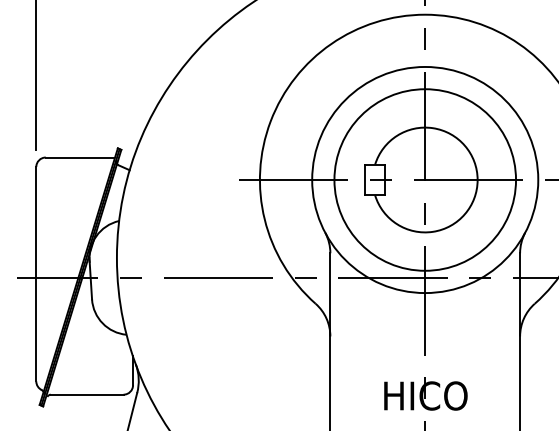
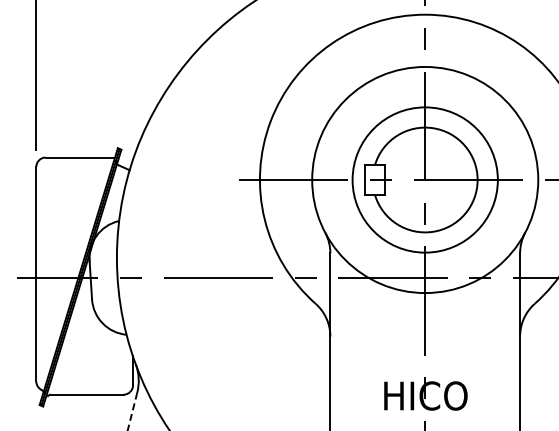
circle at (425, 179) diameter: 182 px -> 145 px
line at (132, 411): solid -> dashed
